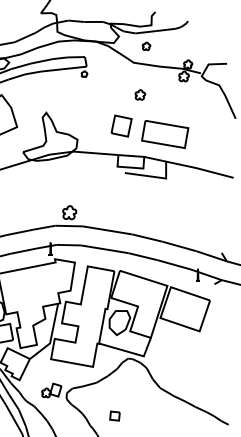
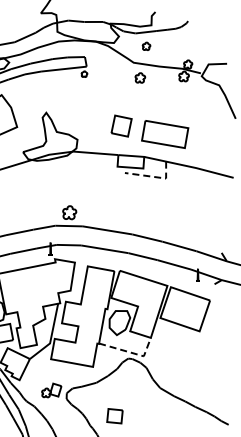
part at (140, 94) position: (140, 94) -> (140, 77)
line at (154, 176): solid -> dashed
line at (131, 352): solid -> dashed
part at (114, 415) size: 12x12 px -> 18x17 px
